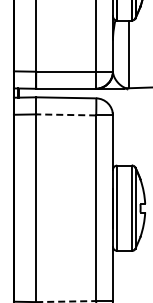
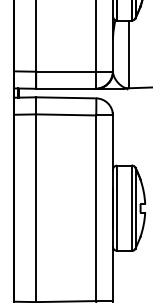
line at (65, 114): dashed -> solid
line at (66, 301): dashed -> solid
